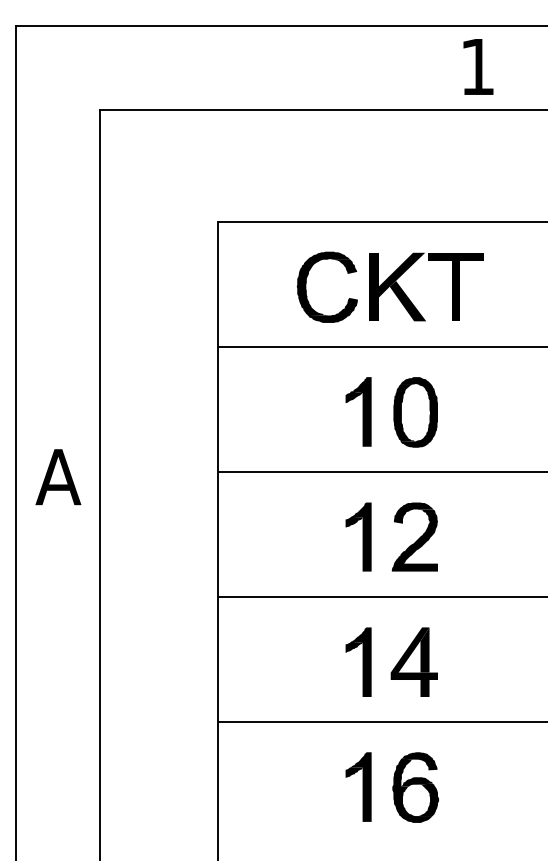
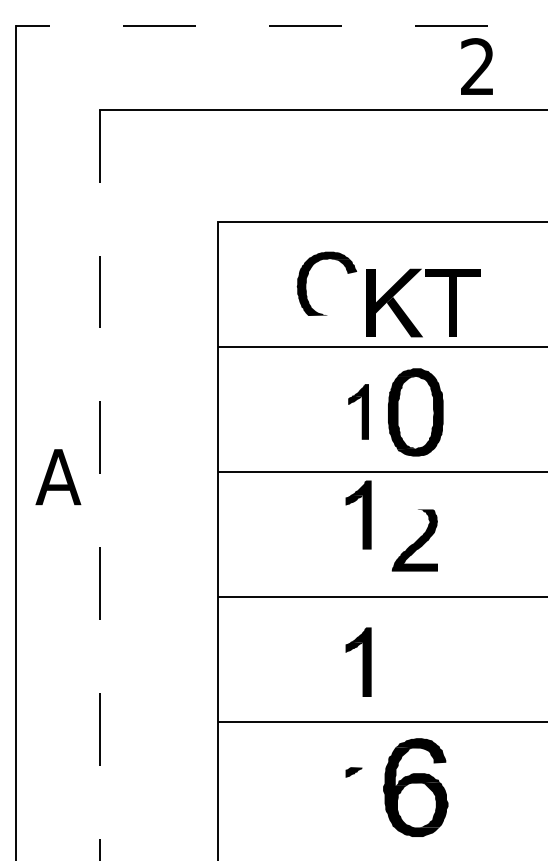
line at (281, 25): solid -> dashed
text at (477, 66): 1 -> 2
part at (409, 298) position: (409, 298) -> (406, 314)
fill at (332, 309): present -> none
part at (358, 411) size: 27x70 px -> 21x56 px
part at (415, 412) size: 45x71 px -> 56x89 px
line at (100, 485): solid -> dashed
fill at (413, 512): present -> none
part at (358, 536) position: (358, 536) -> (358, 514)
part at (413, 661): present -> none
fill at (360, 786): present -> none
part at (415, 787) size: 47x71 px -> 66x99 px
